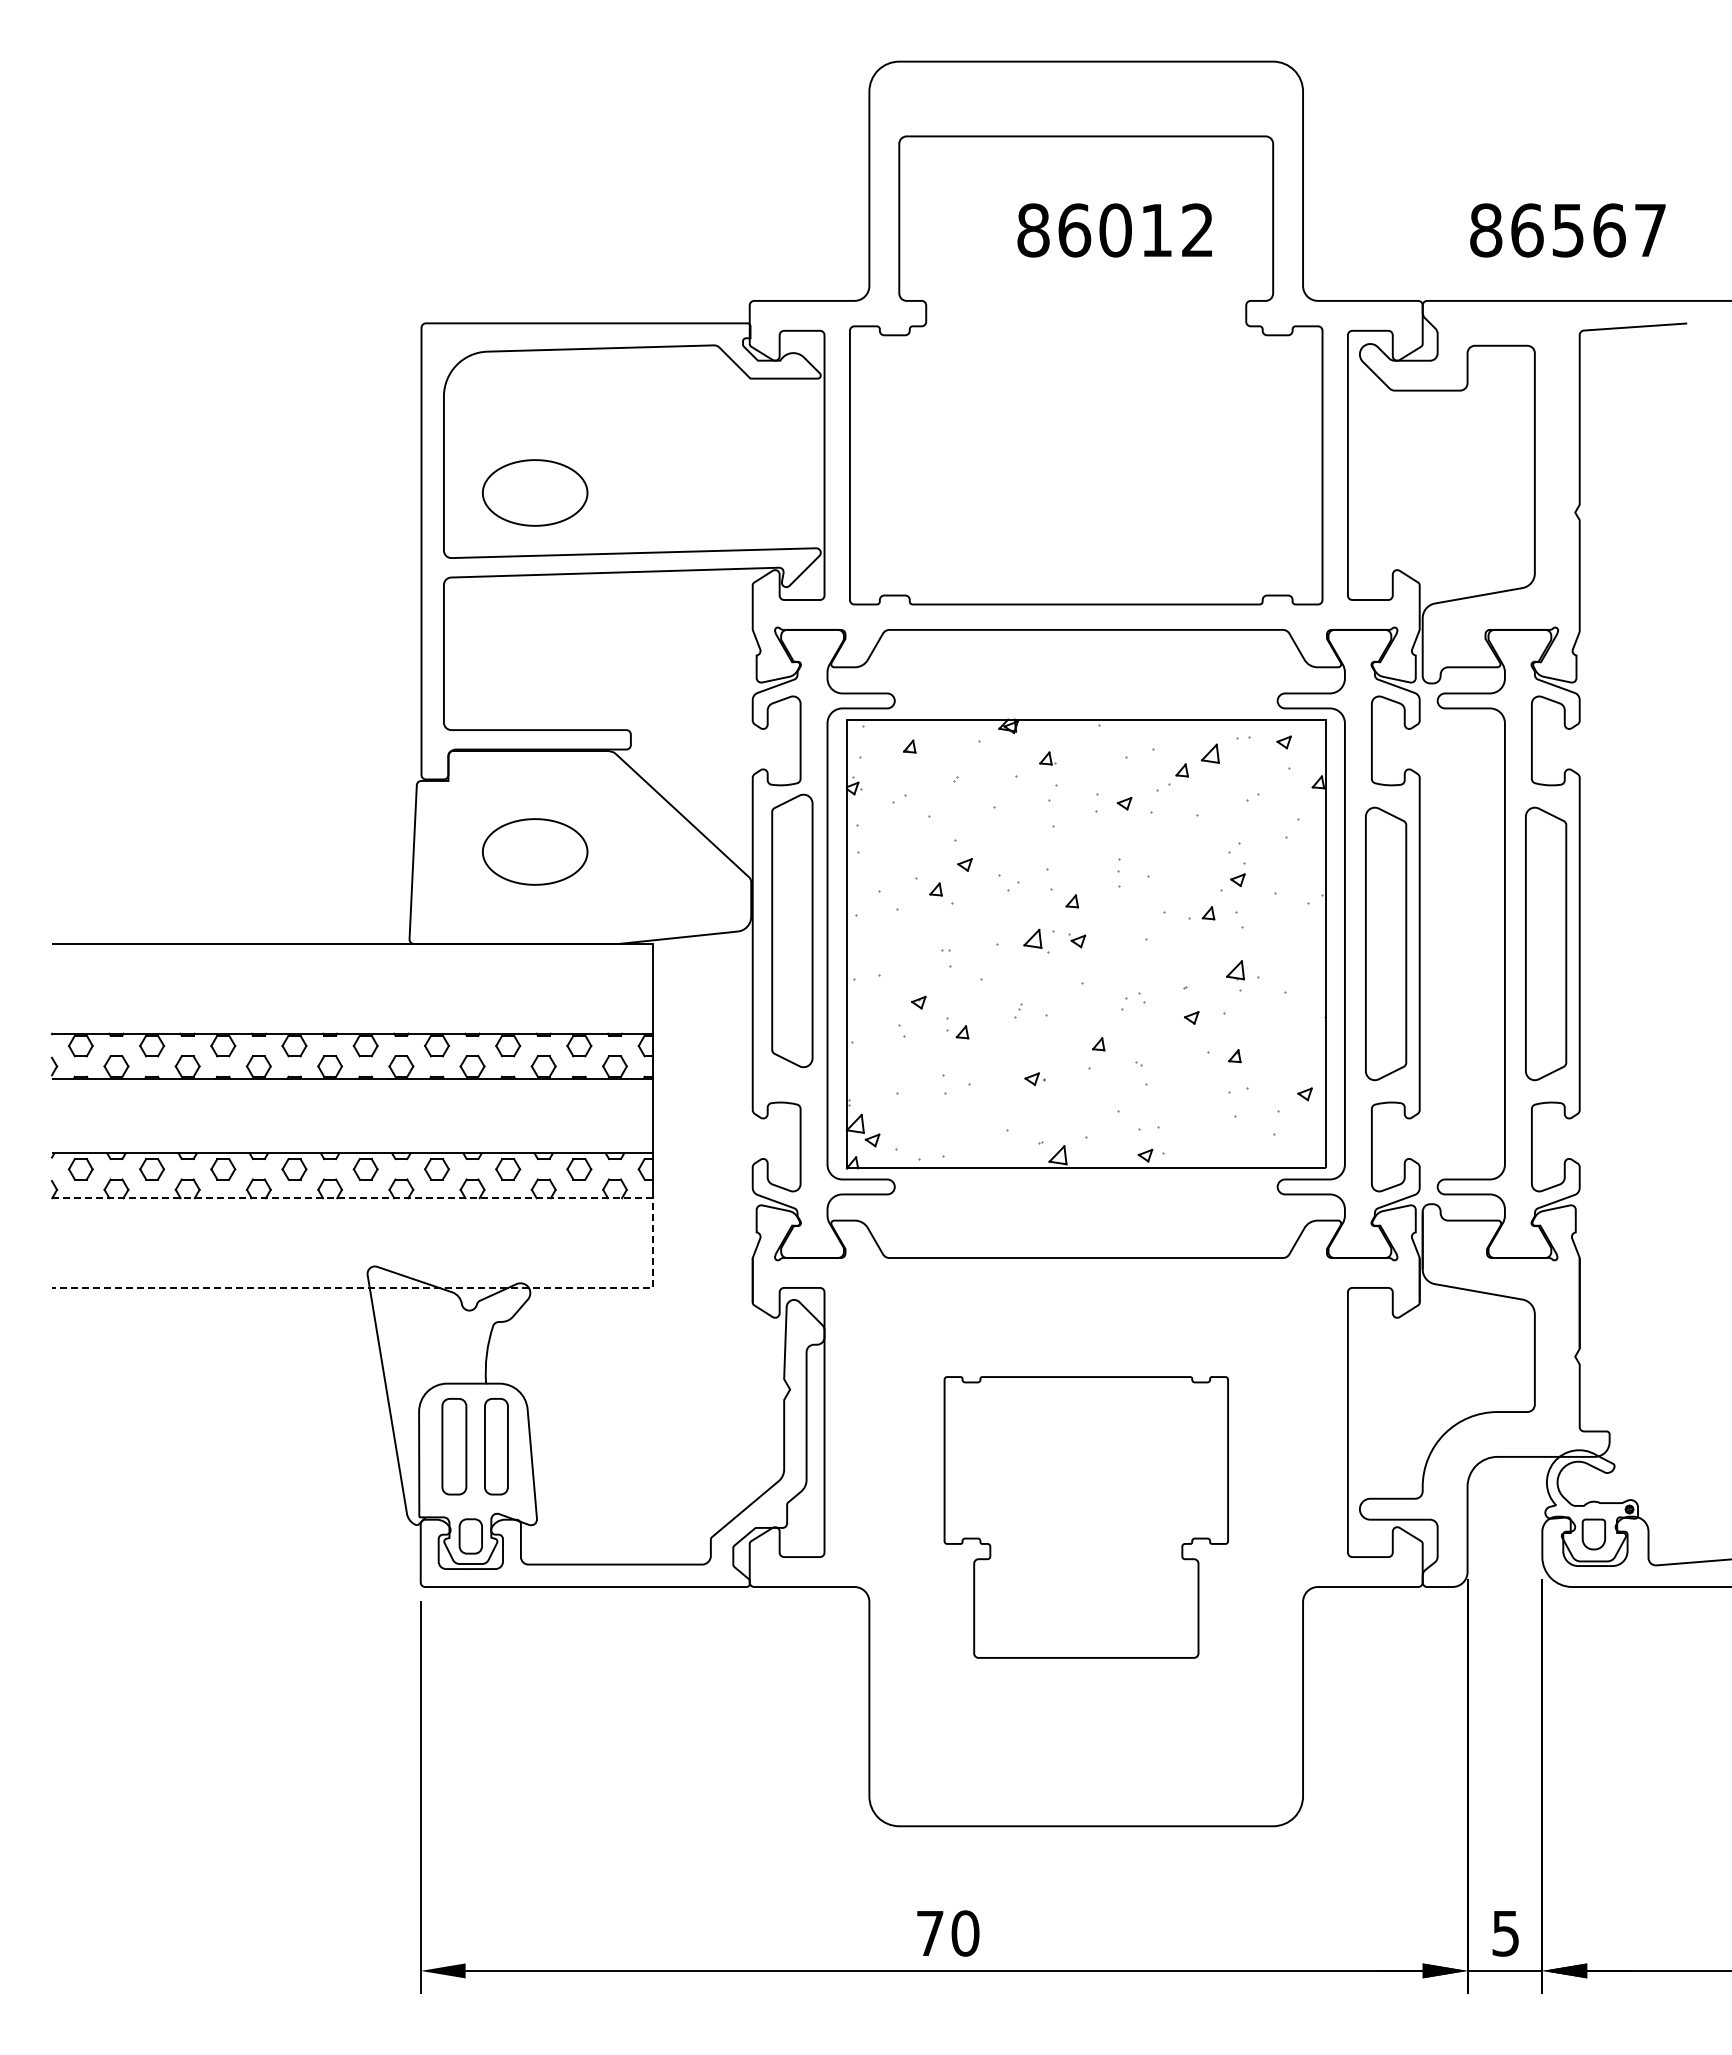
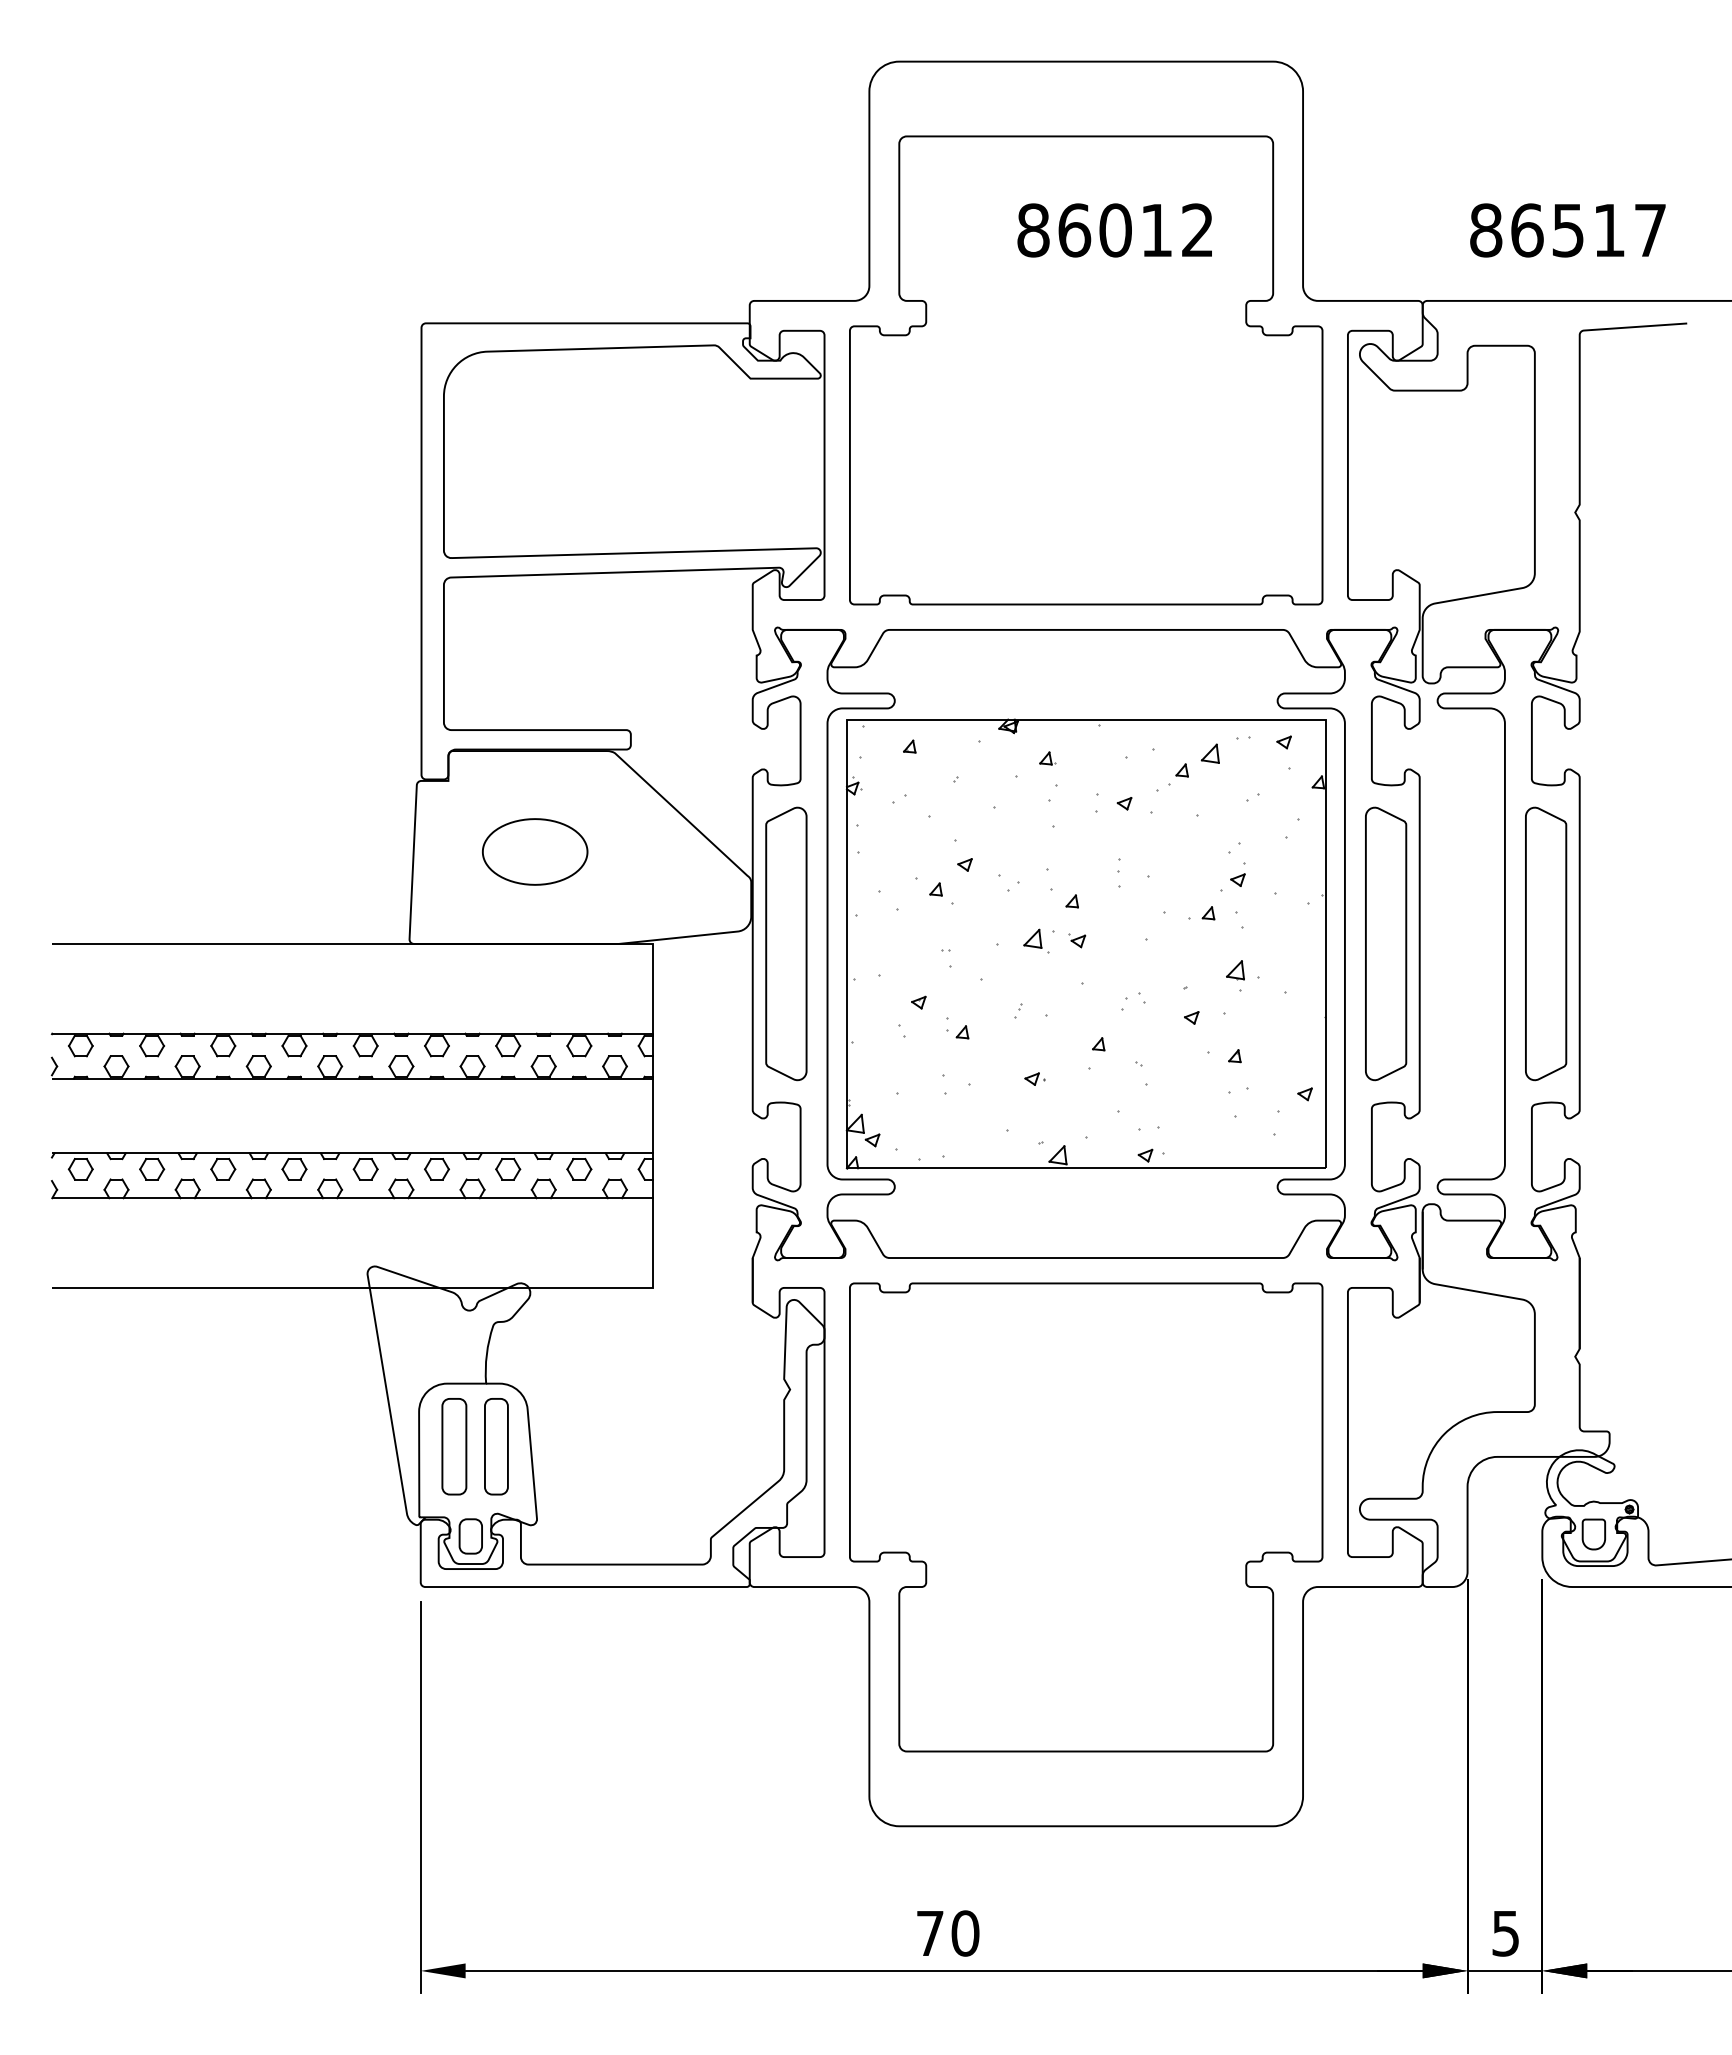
text at (1609, 230): 86567 -> 86517
part at (535, 492): present -> none
part at (792, 930) position: (792, 930) -> (786, 943)
line at (652, 1243): dashed -> solid
part at (1085, 1517) size: 286x283 px -> 475x471 px
